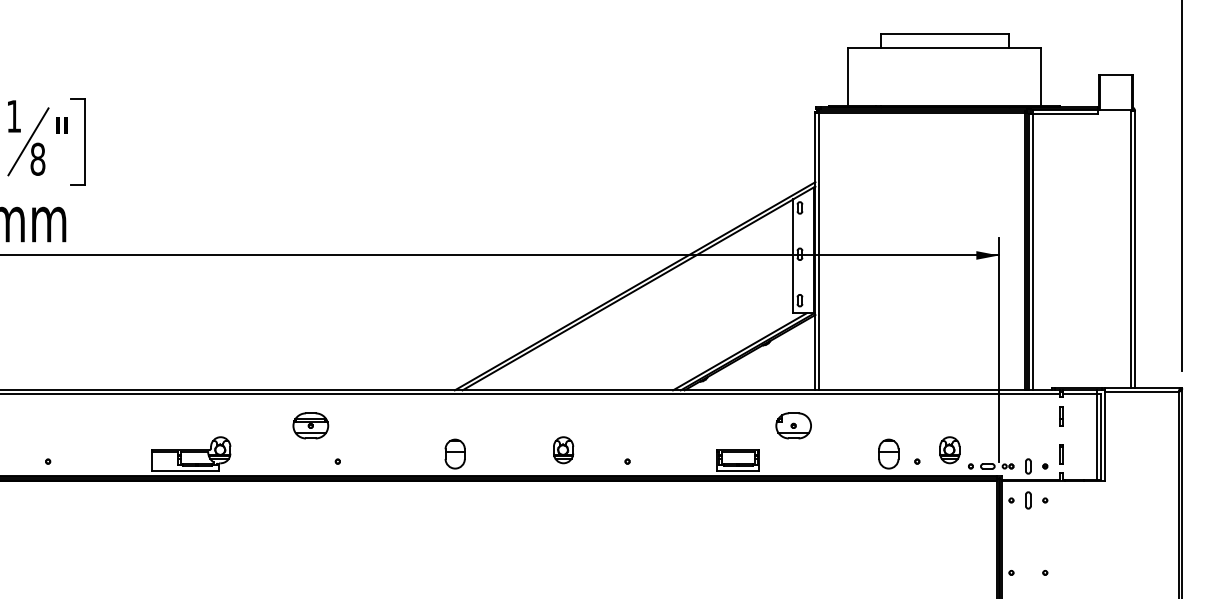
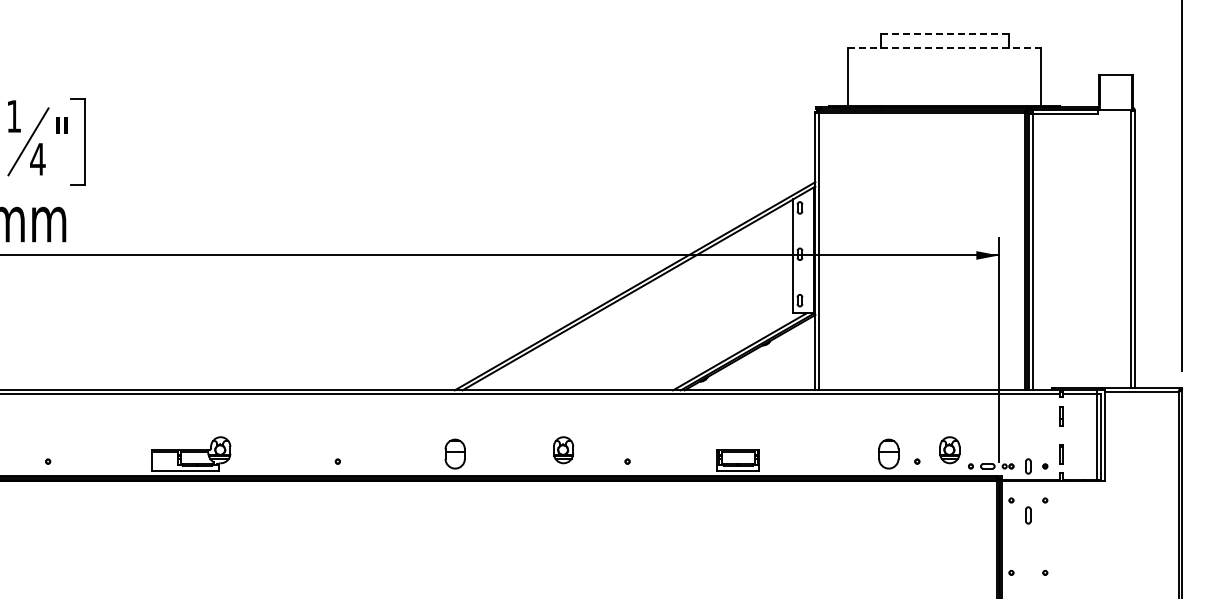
line at (944, 34): solid -> dashed
line at (944, 48): solid -> dashed
text at (37, 158): 8 -> 4
part at (310, 425): present -> none
part at (793, 425): present -> none
part at (1028, 500) position: (1028, 500) -> (1028, 515)
